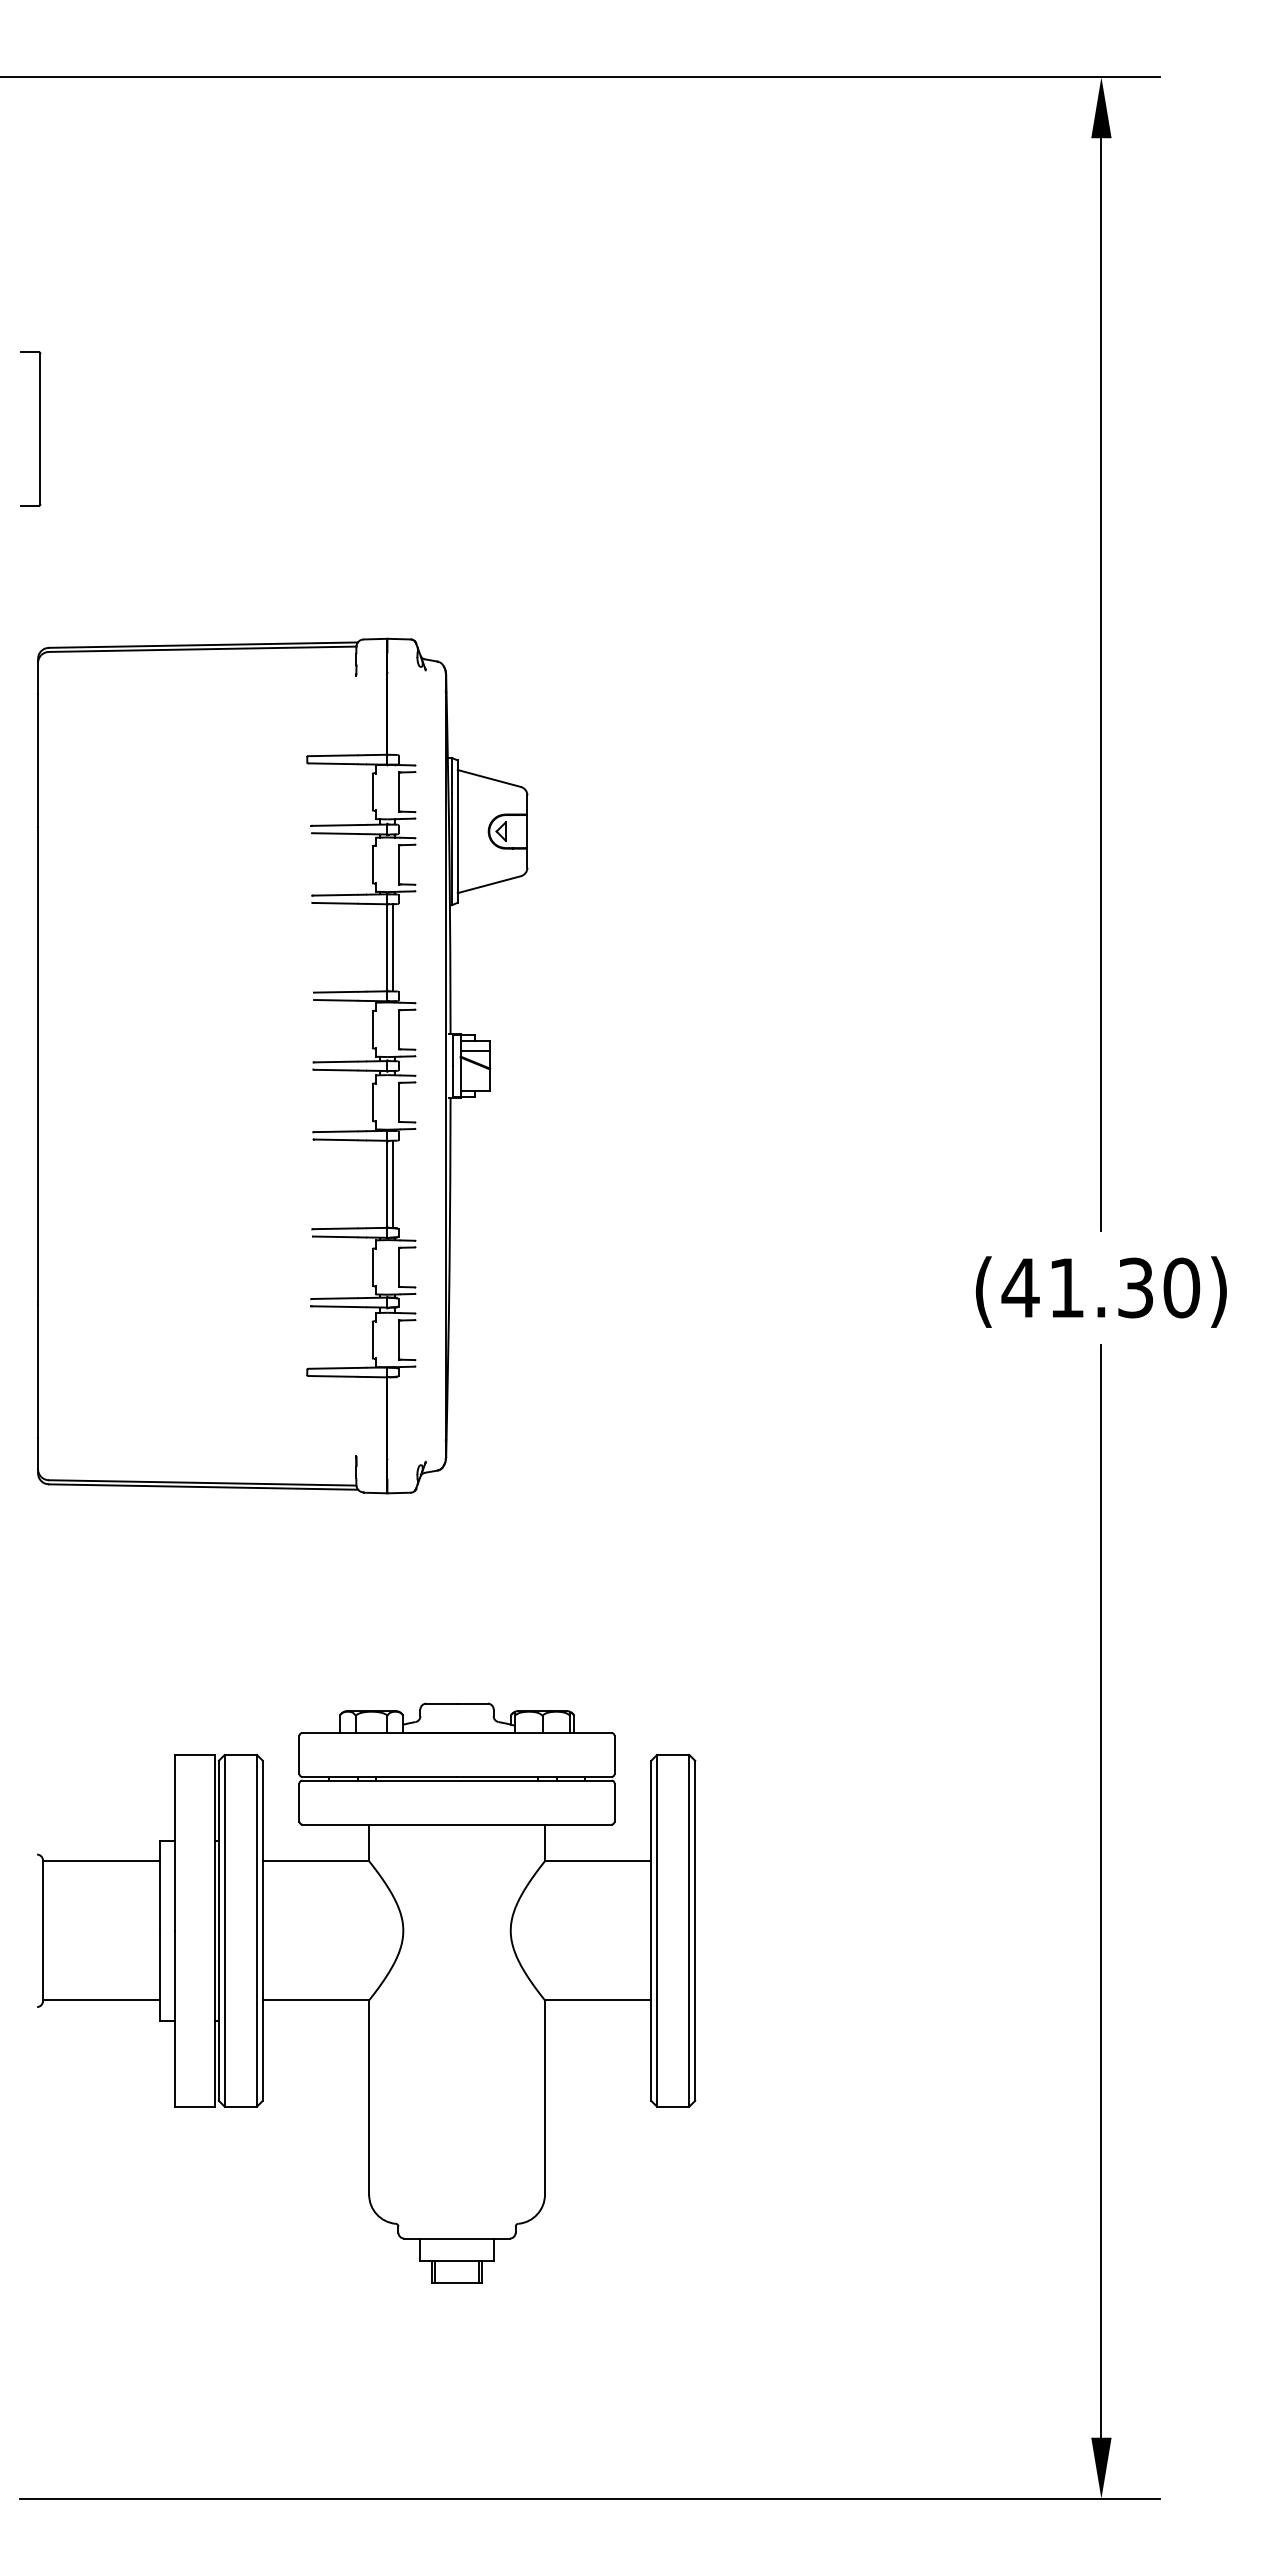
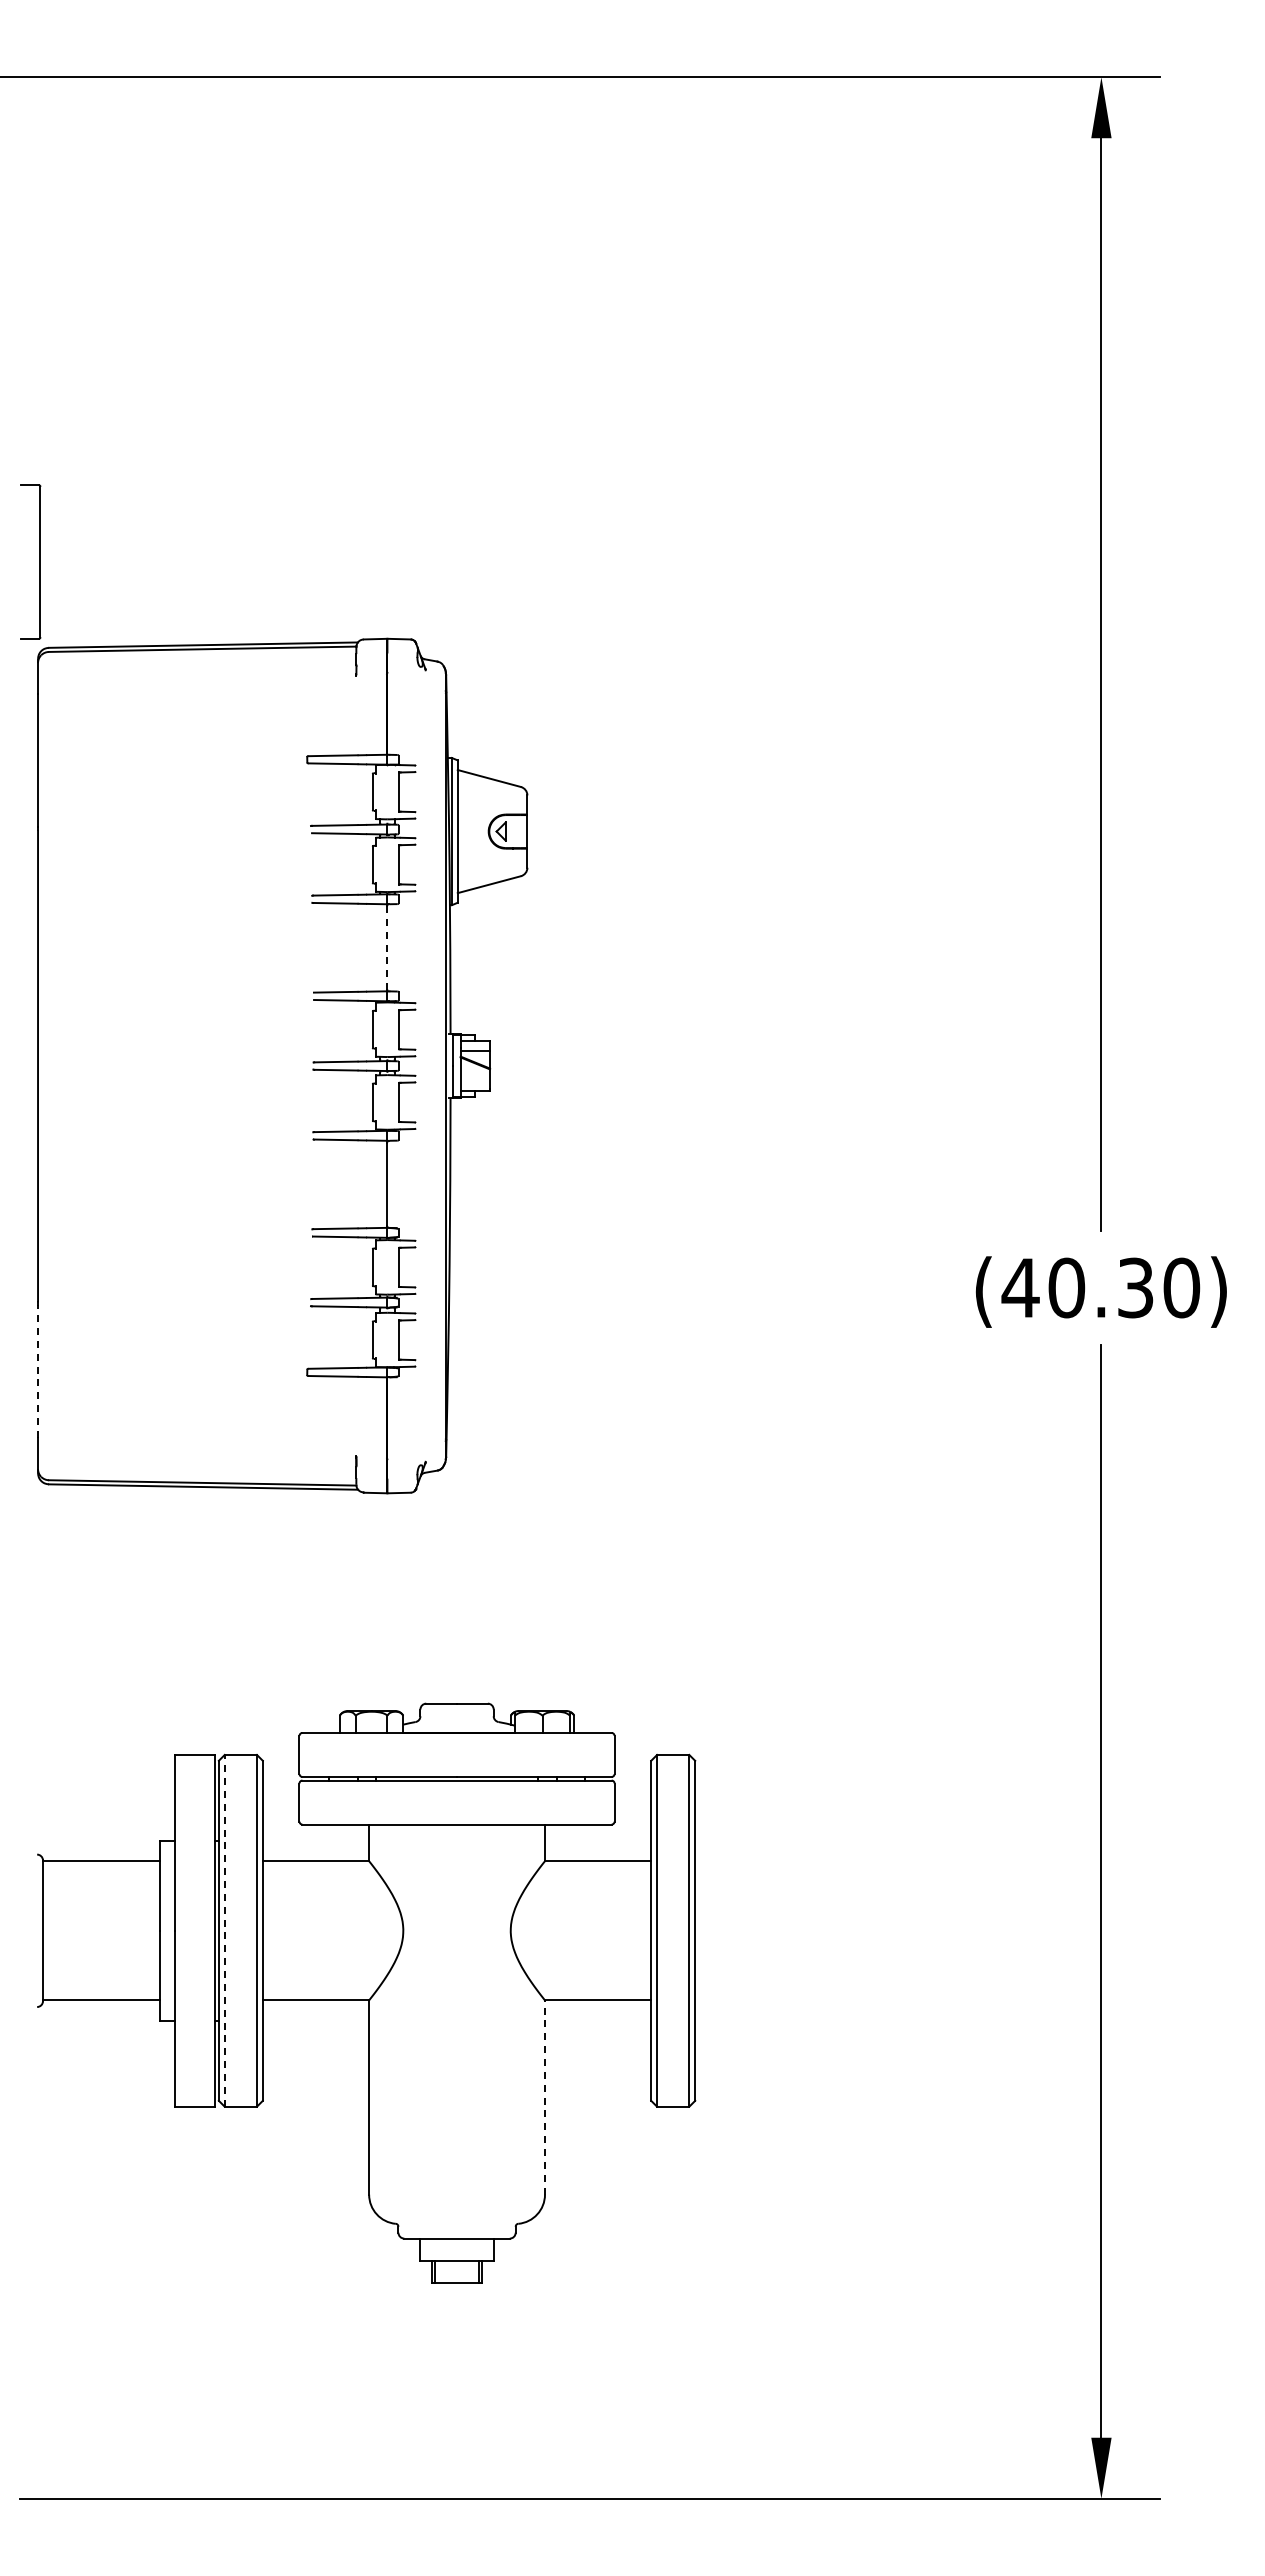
part at (39, 428) position: (39, 428) -> (39, 561)
line at (387, 947): solid -> dashed
line at (393, 947): present -> none
line at (393, 1183): present -> none
text at (1066, 1287): (41.30) -> (40.30)
line at (38, 1370): solid -> dashed
line at (224, 1930): solid -> dashed
line at (545, 2096): solid -> dashed
